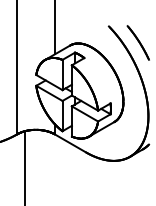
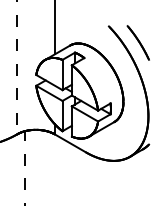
line at (17, 67): solid -> dashed
line at (25, 168): solid -> dashed
